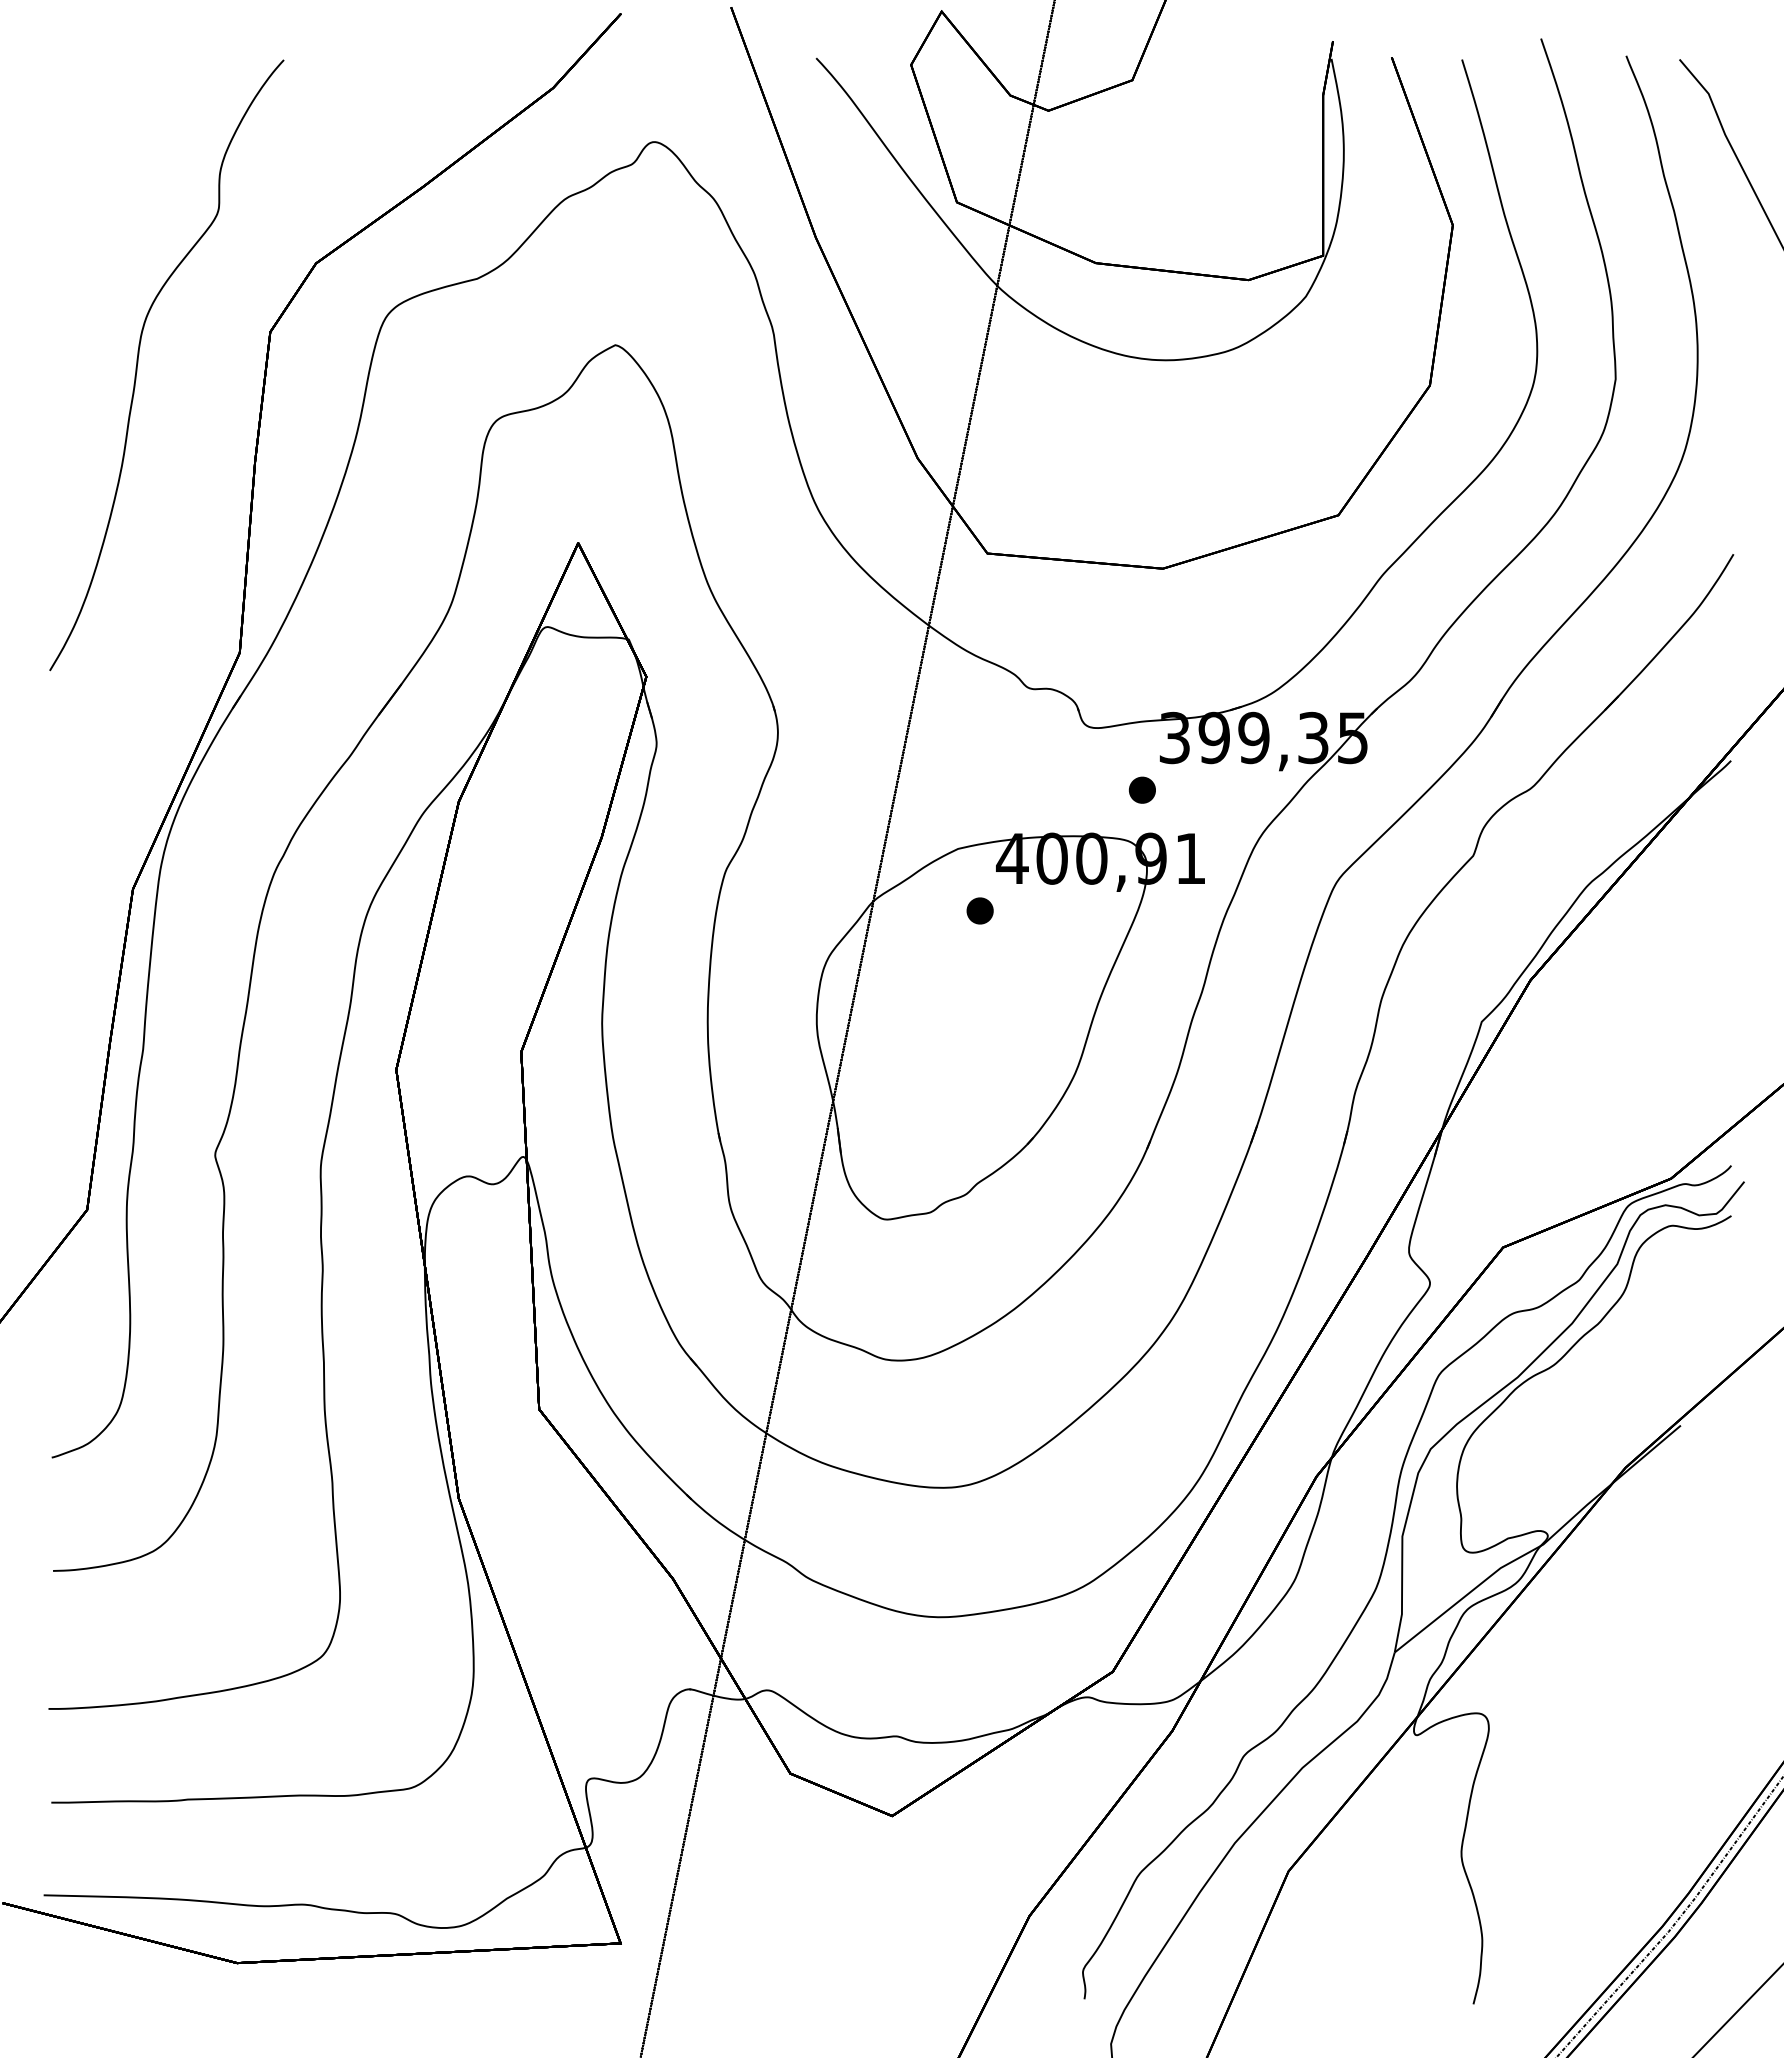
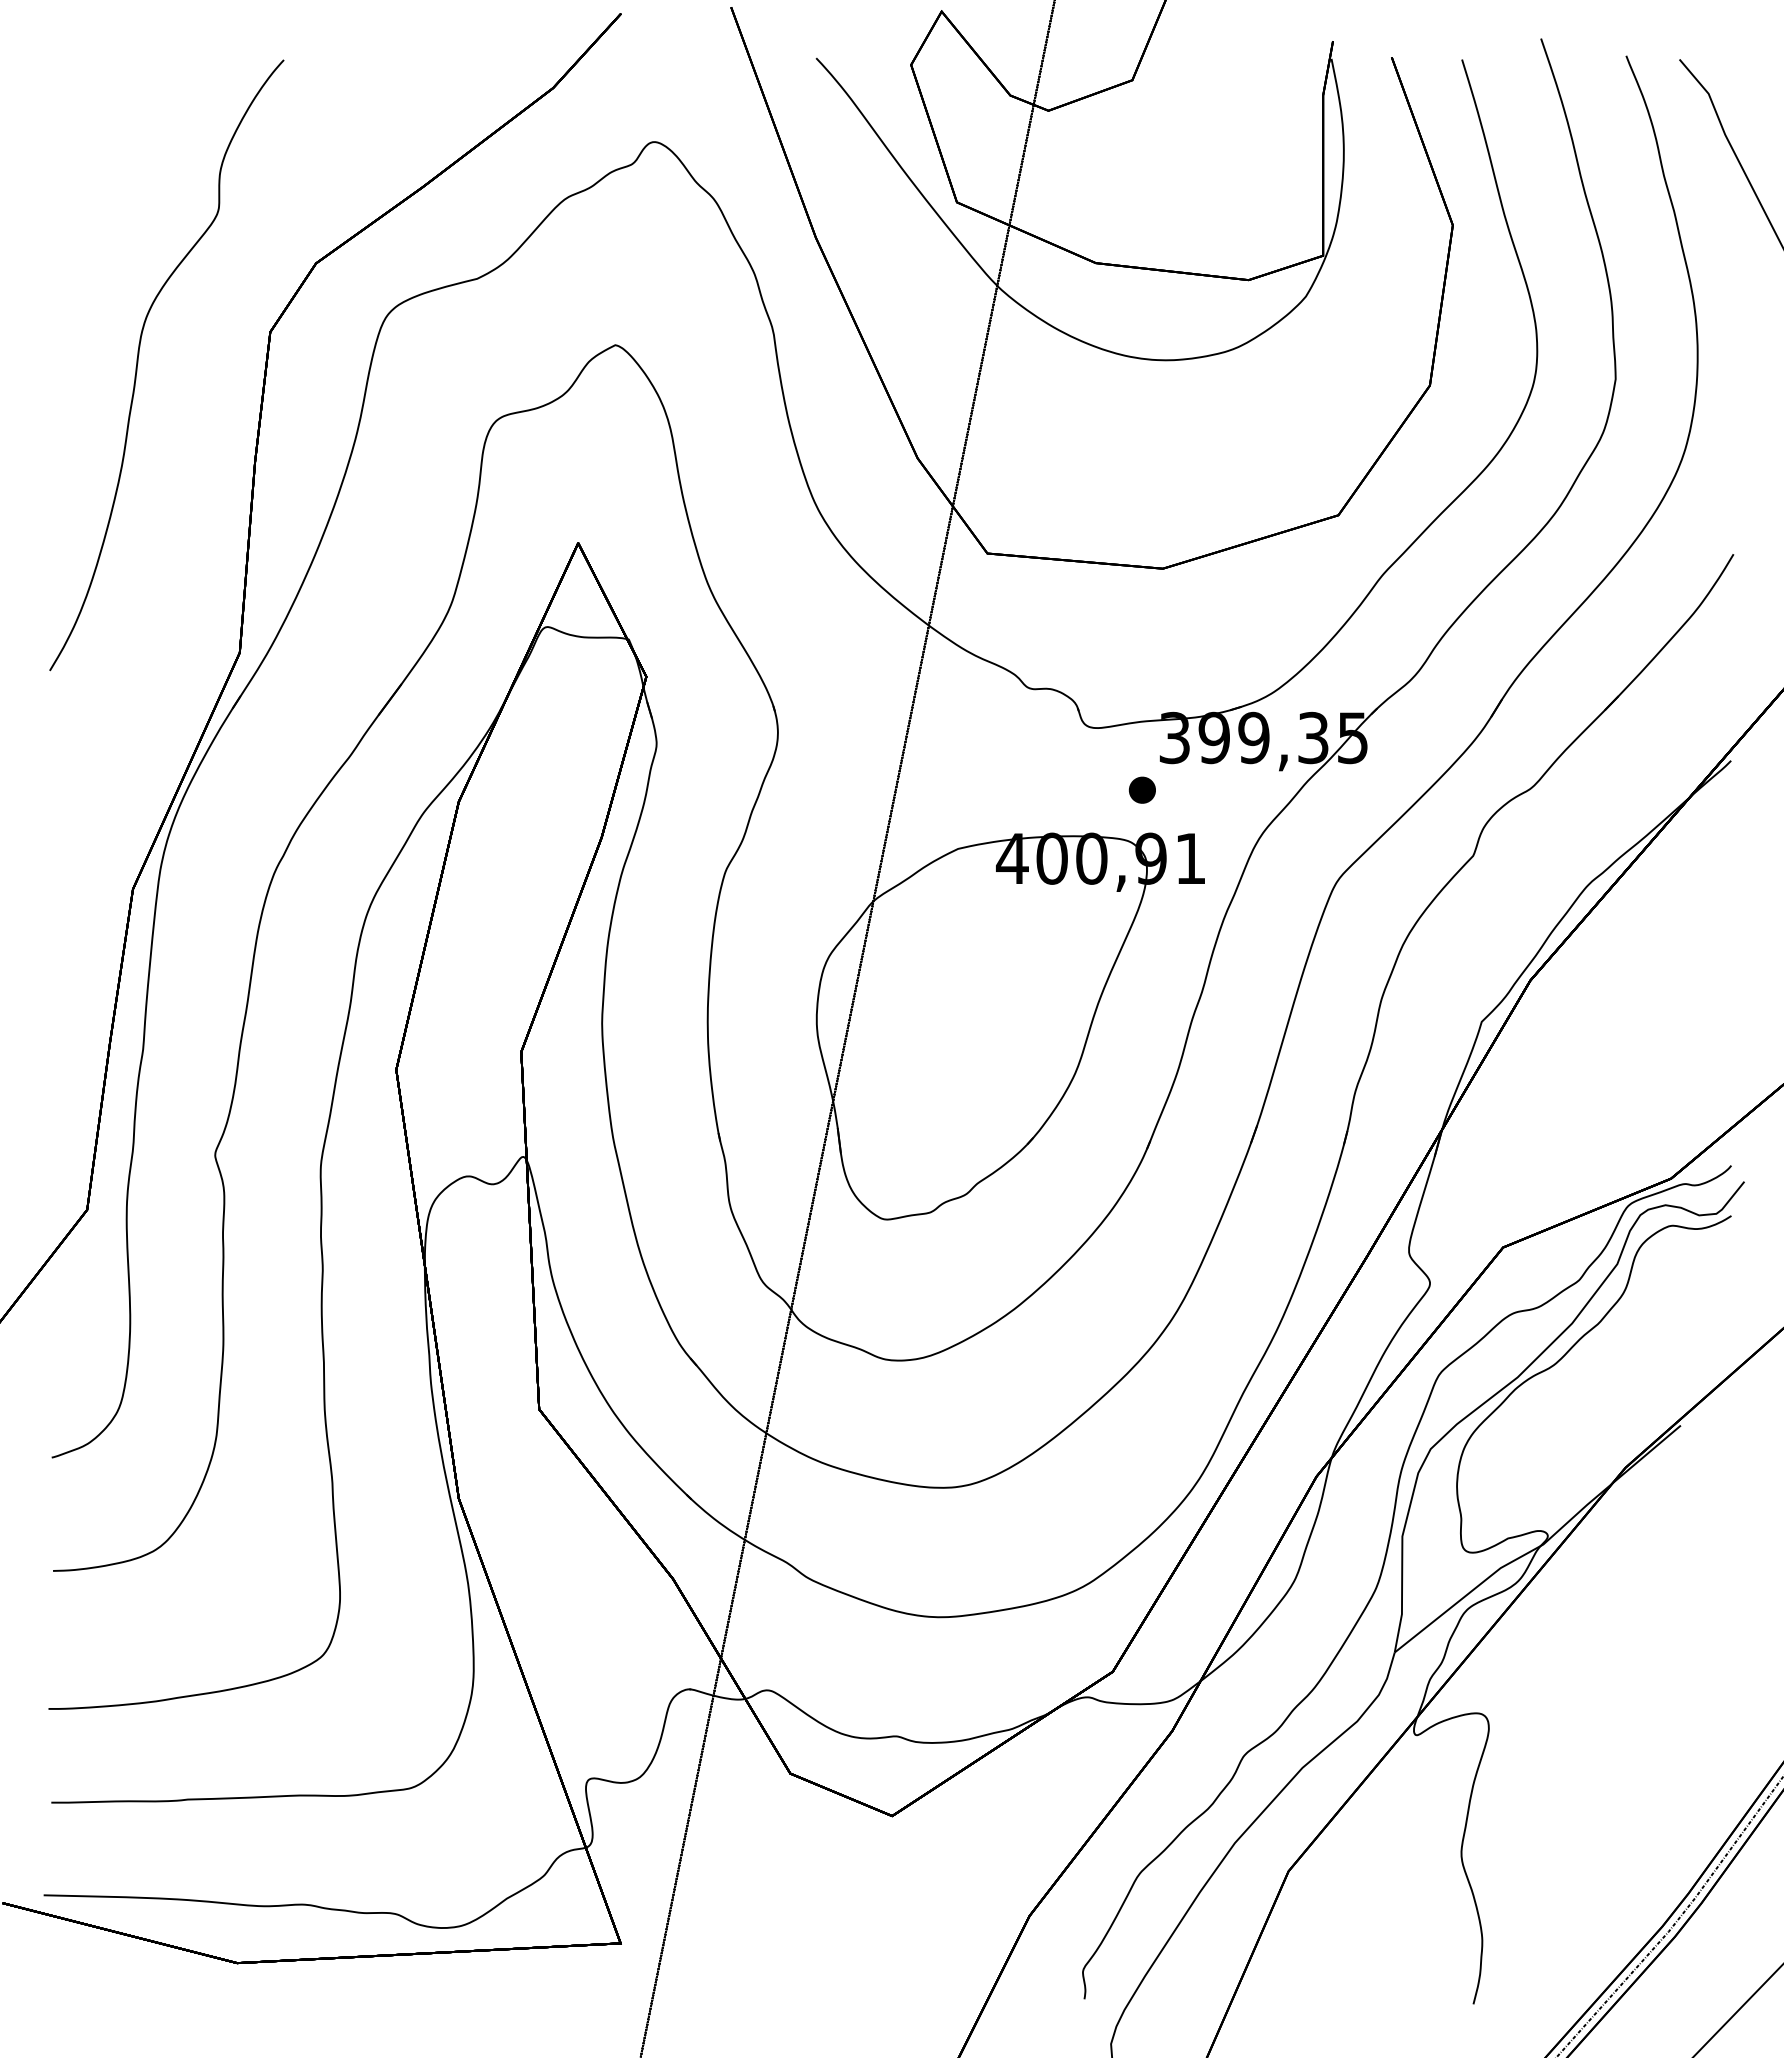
part at (979, 910): present -> none
